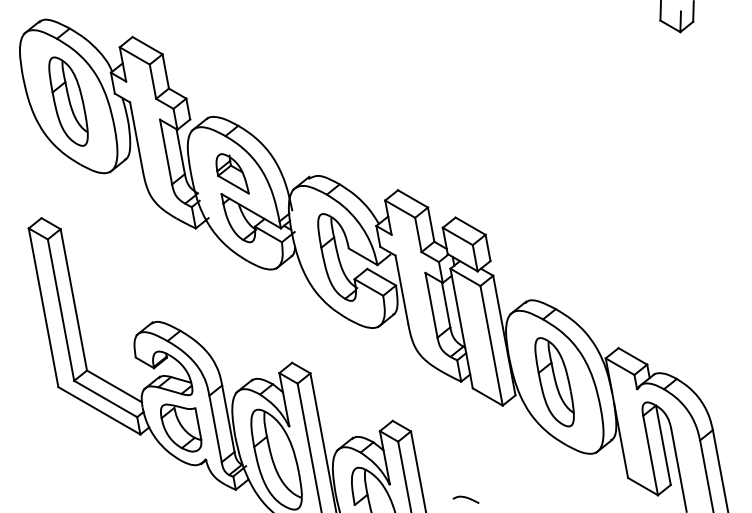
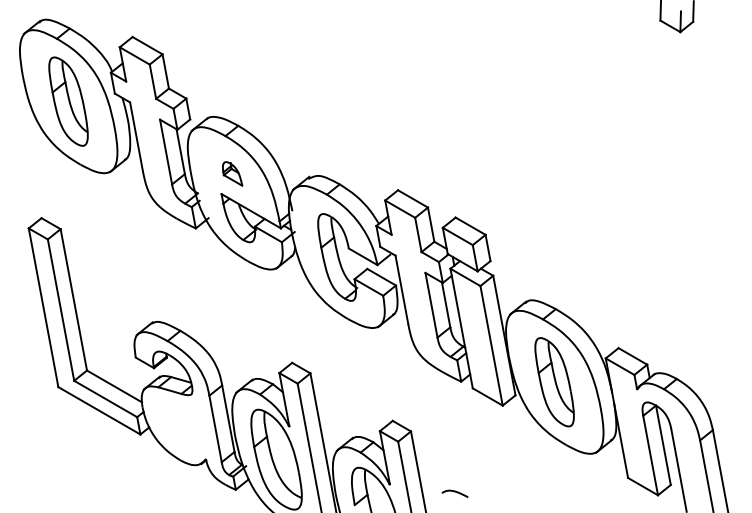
part at (232, 173) size: 35x42 px -> 22x26 px
part at (181, 427): present -> none
curve at (465, 498) position: (465, 498) -> (454, 492)
